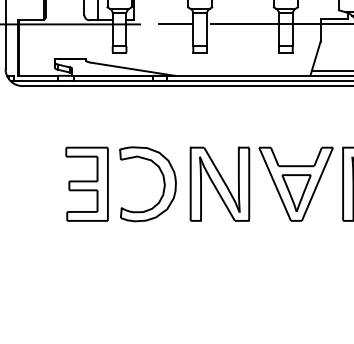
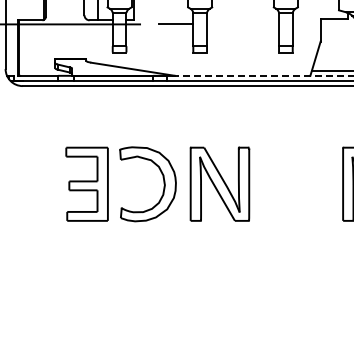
line at (280, 24): present -> none
line at (260, 75): solid -> dashed
part at (295, 183): present -> none
